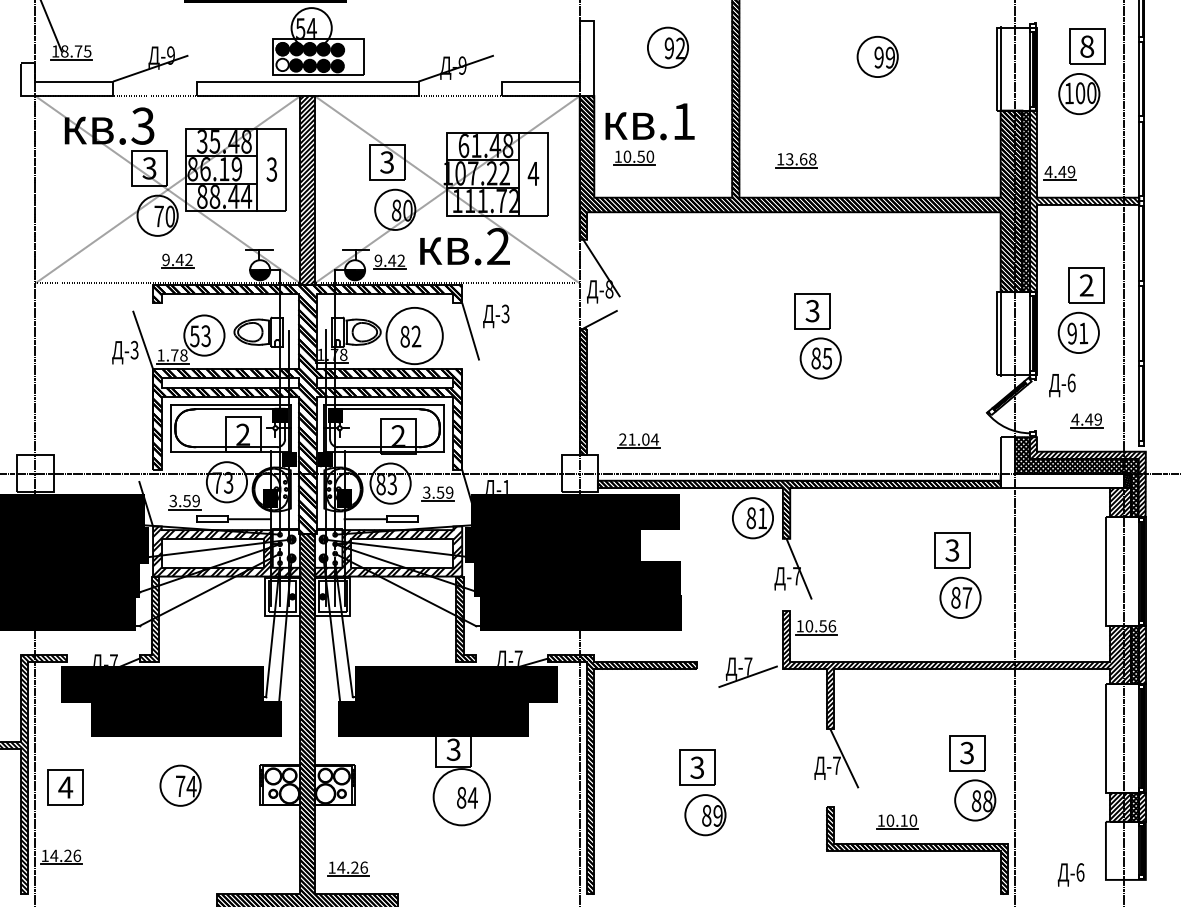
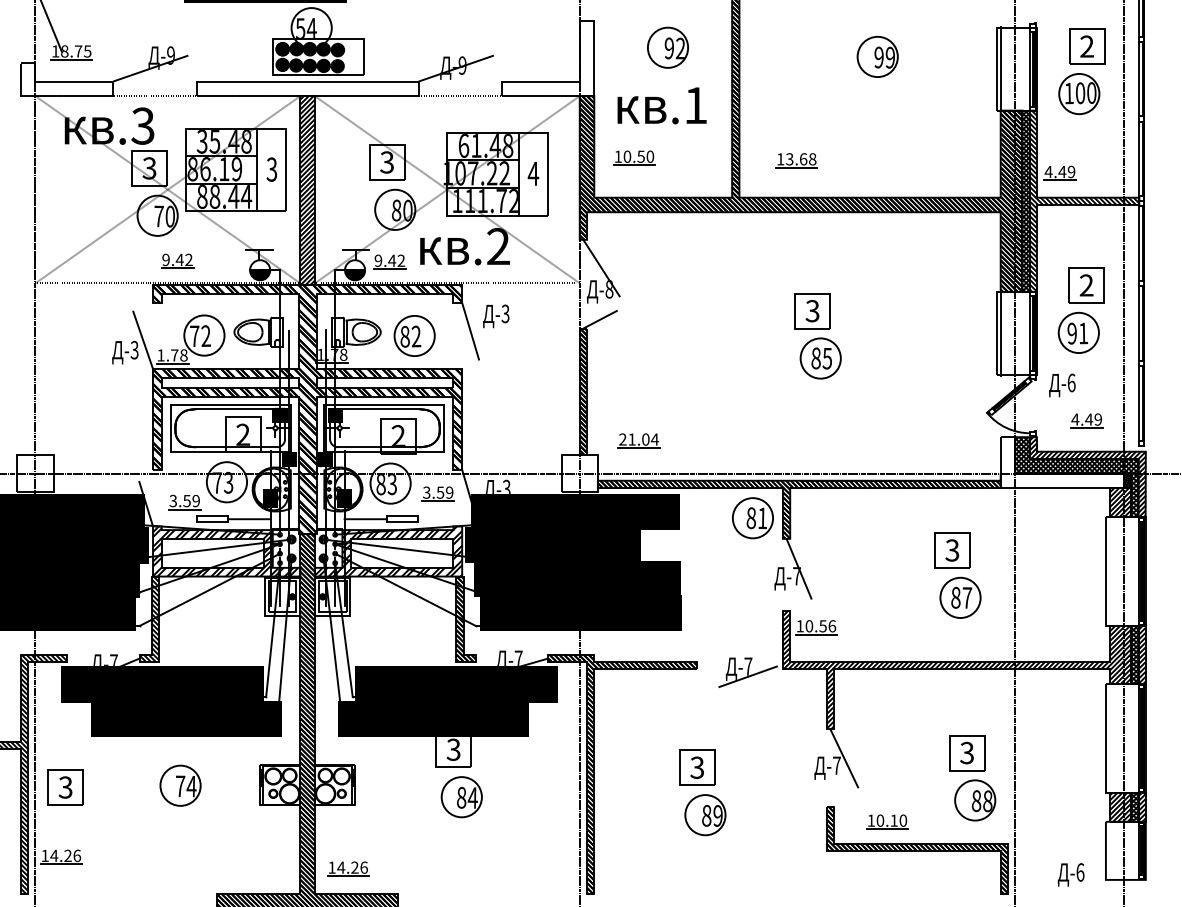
text at (1087, 46): 8 -> 2
fill at (282, 64): none -> present
text at (649, 121) position: (649, 121) -> (661, 105)
circle at (414, 335) diameter: 56 px -> 40 px
text at (200, 336): 53 -> 72
text at (506, 486): -1 -> -3
text at (65, 787): 4 -> 3
circle at (461, 797) diameter: 56 px -> 40 px
part at (897, 821) position: (897, 821) -> (887, 821)
